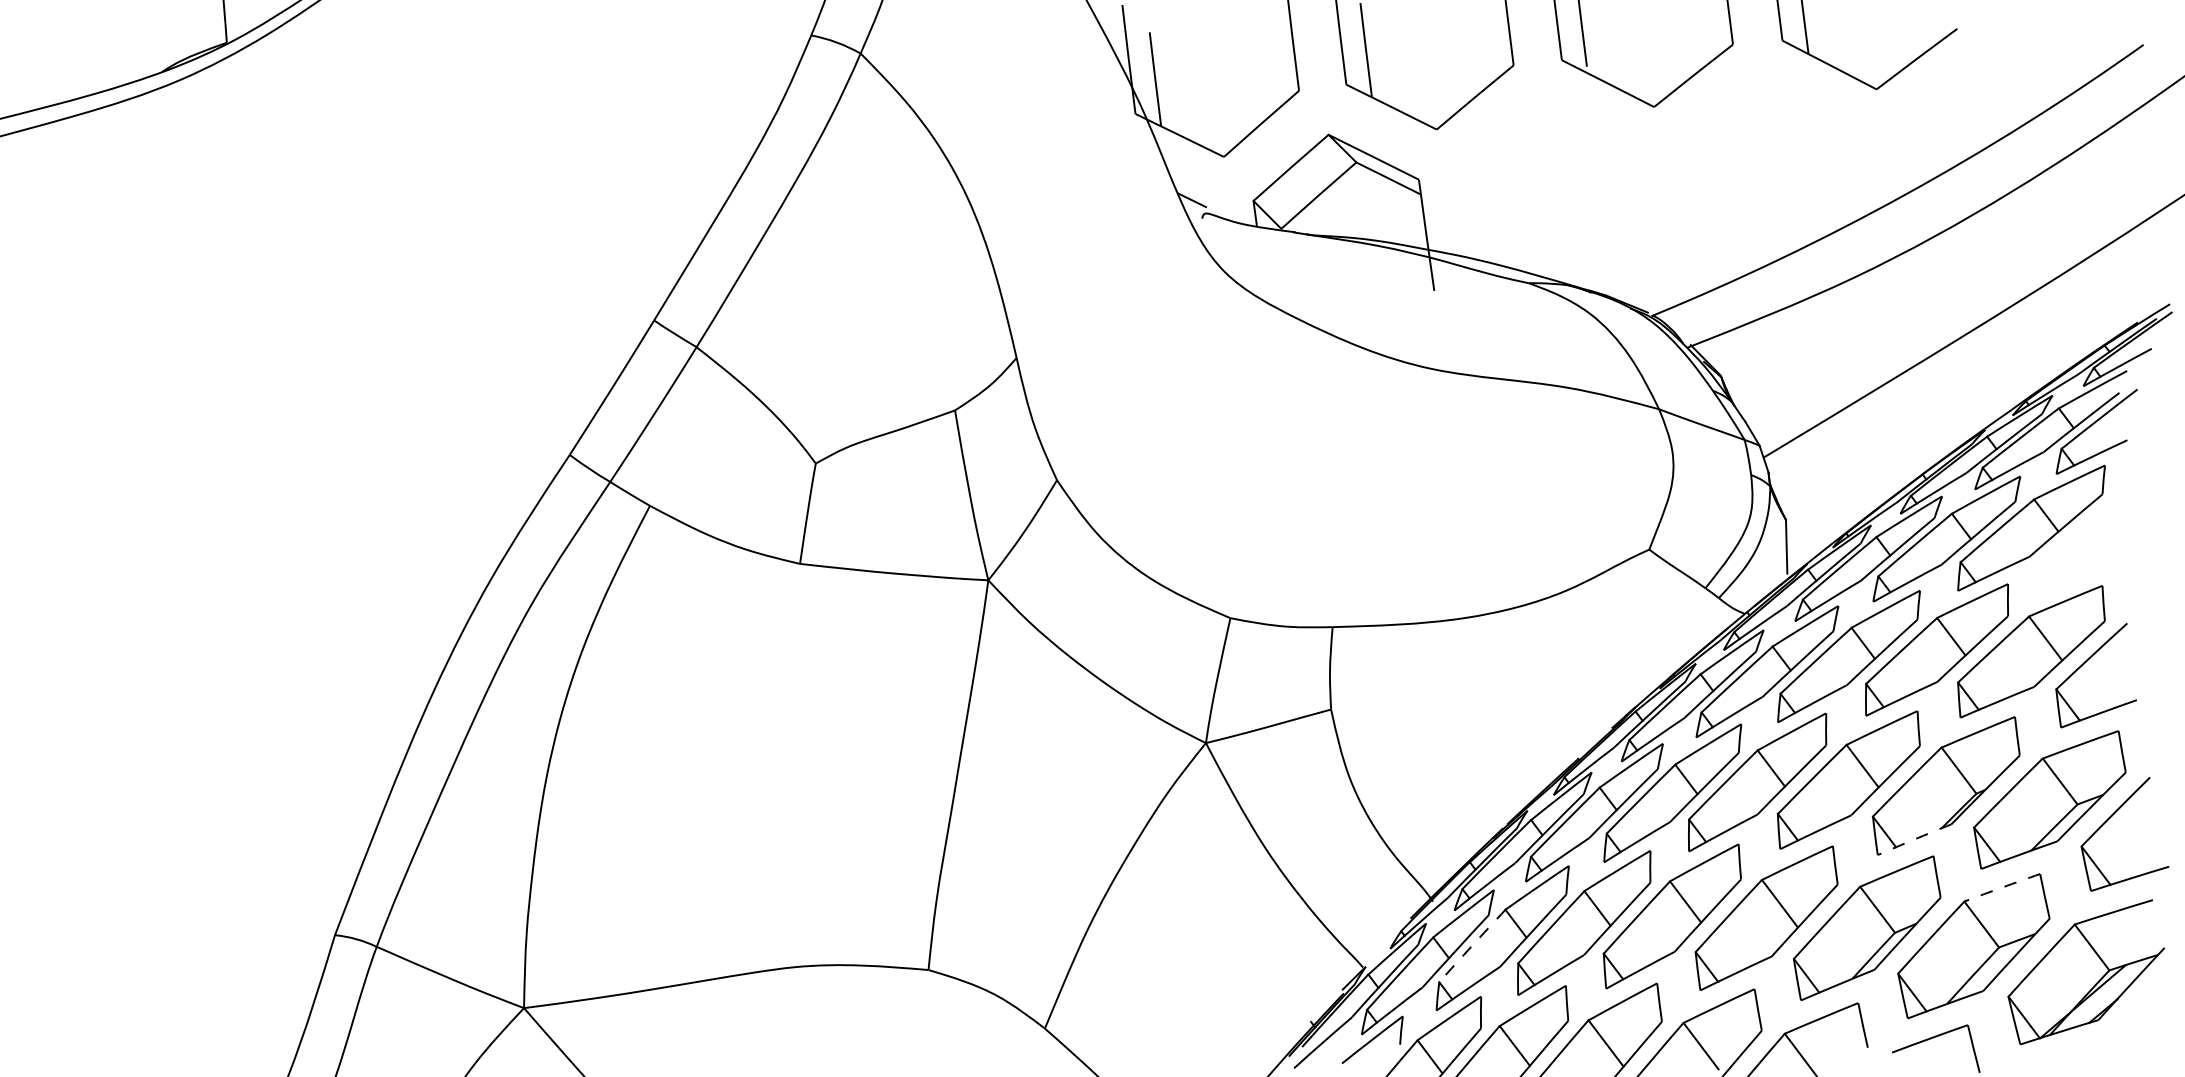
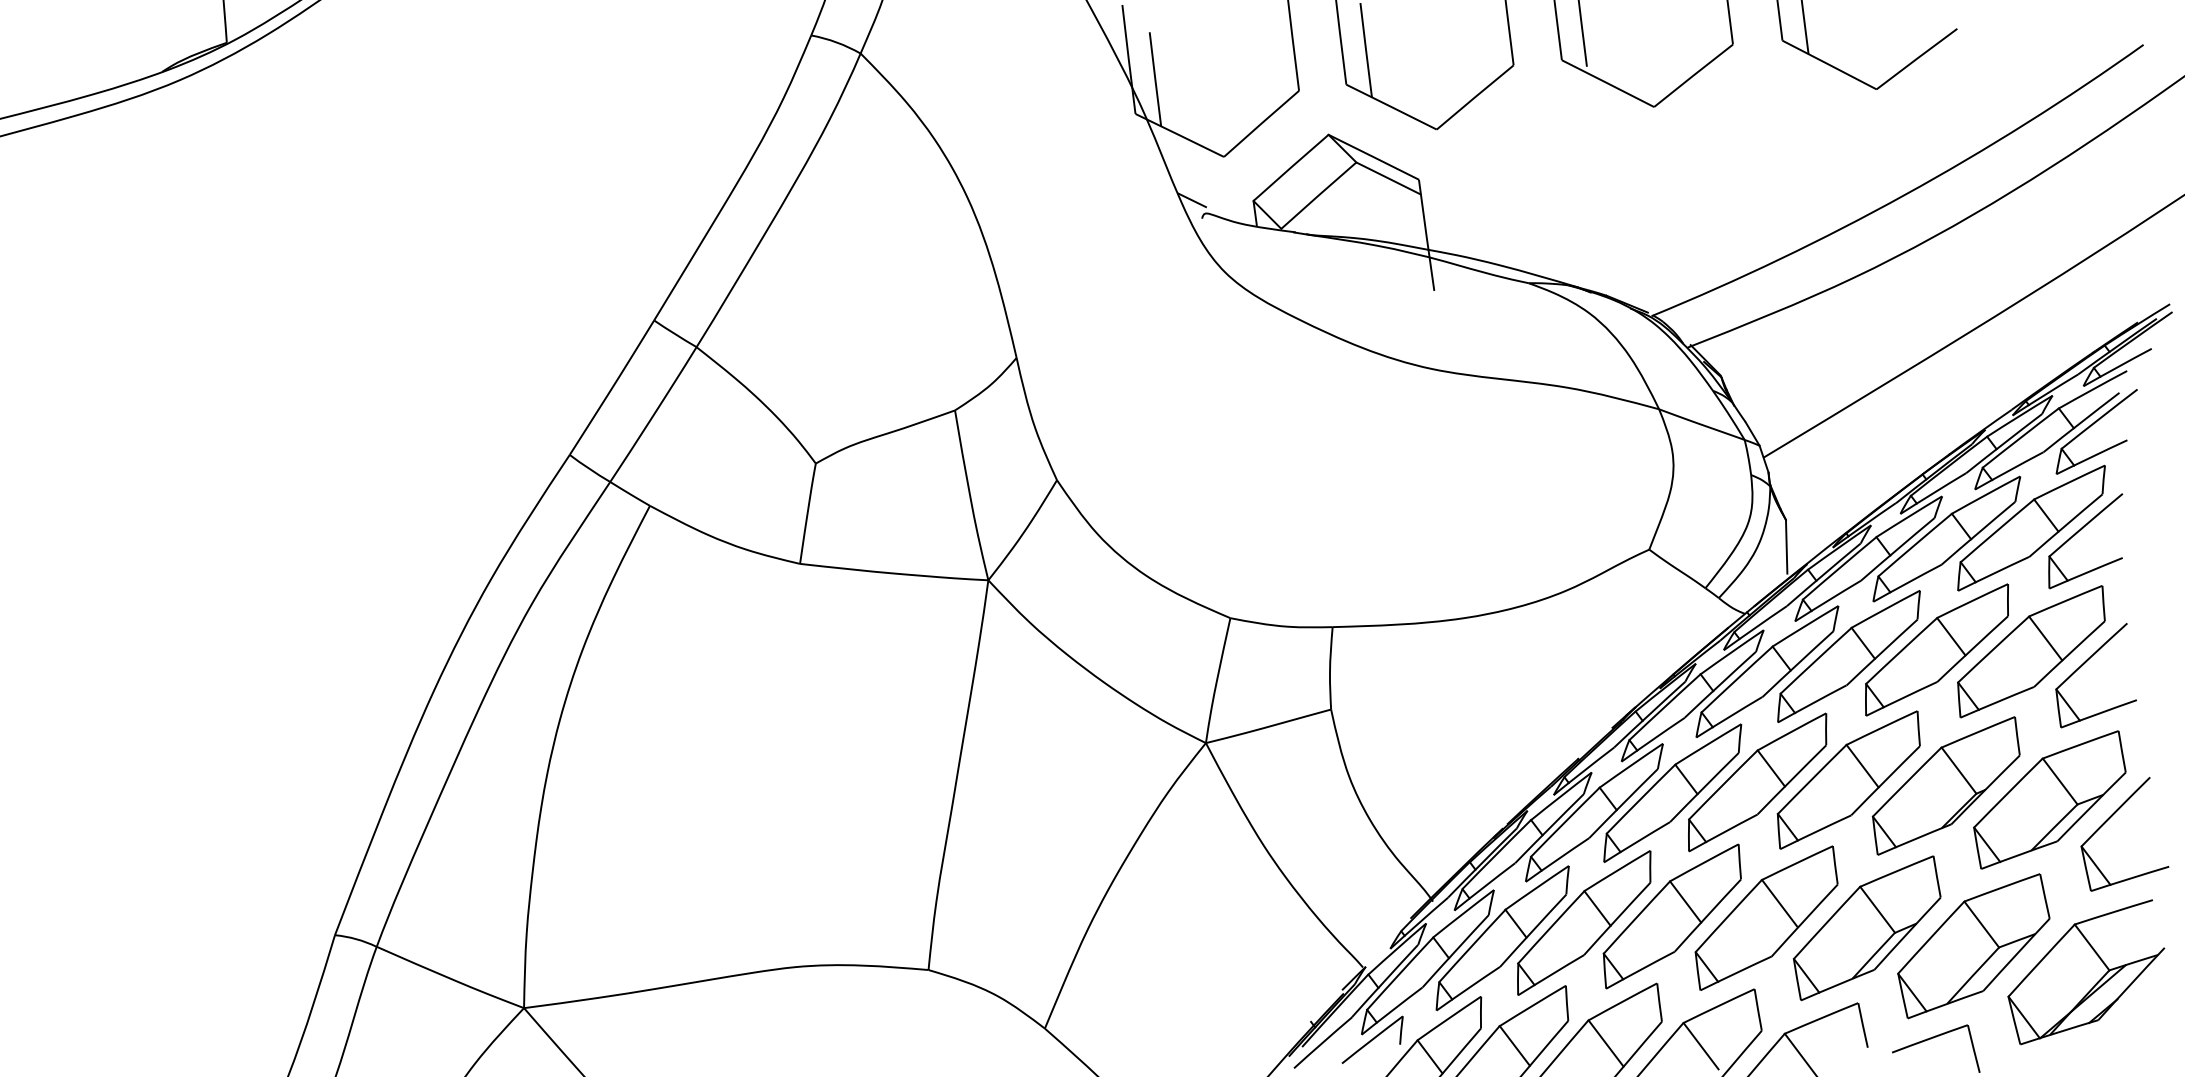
part at (2077, 533): none -> present
arc at (1914, 839): dashed -> solid
arc at (2002, 887): dashed -> solid
arc at (1472, 945): dashed -> solid
